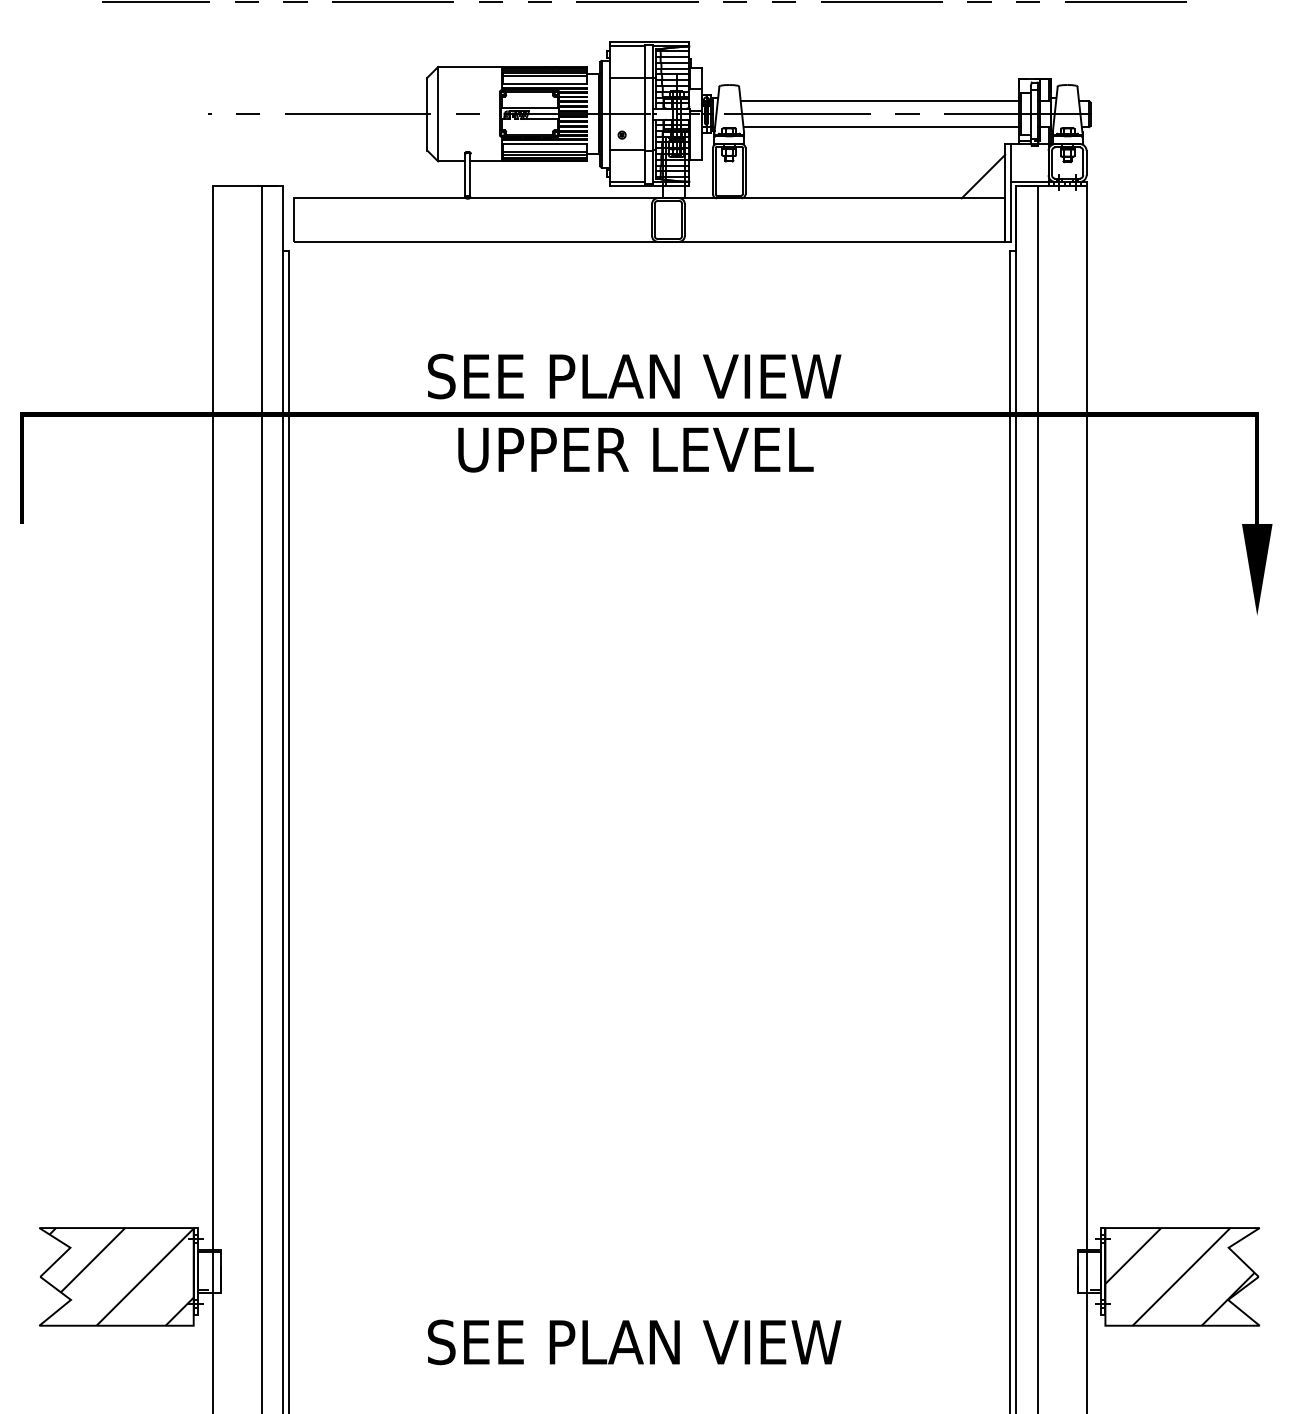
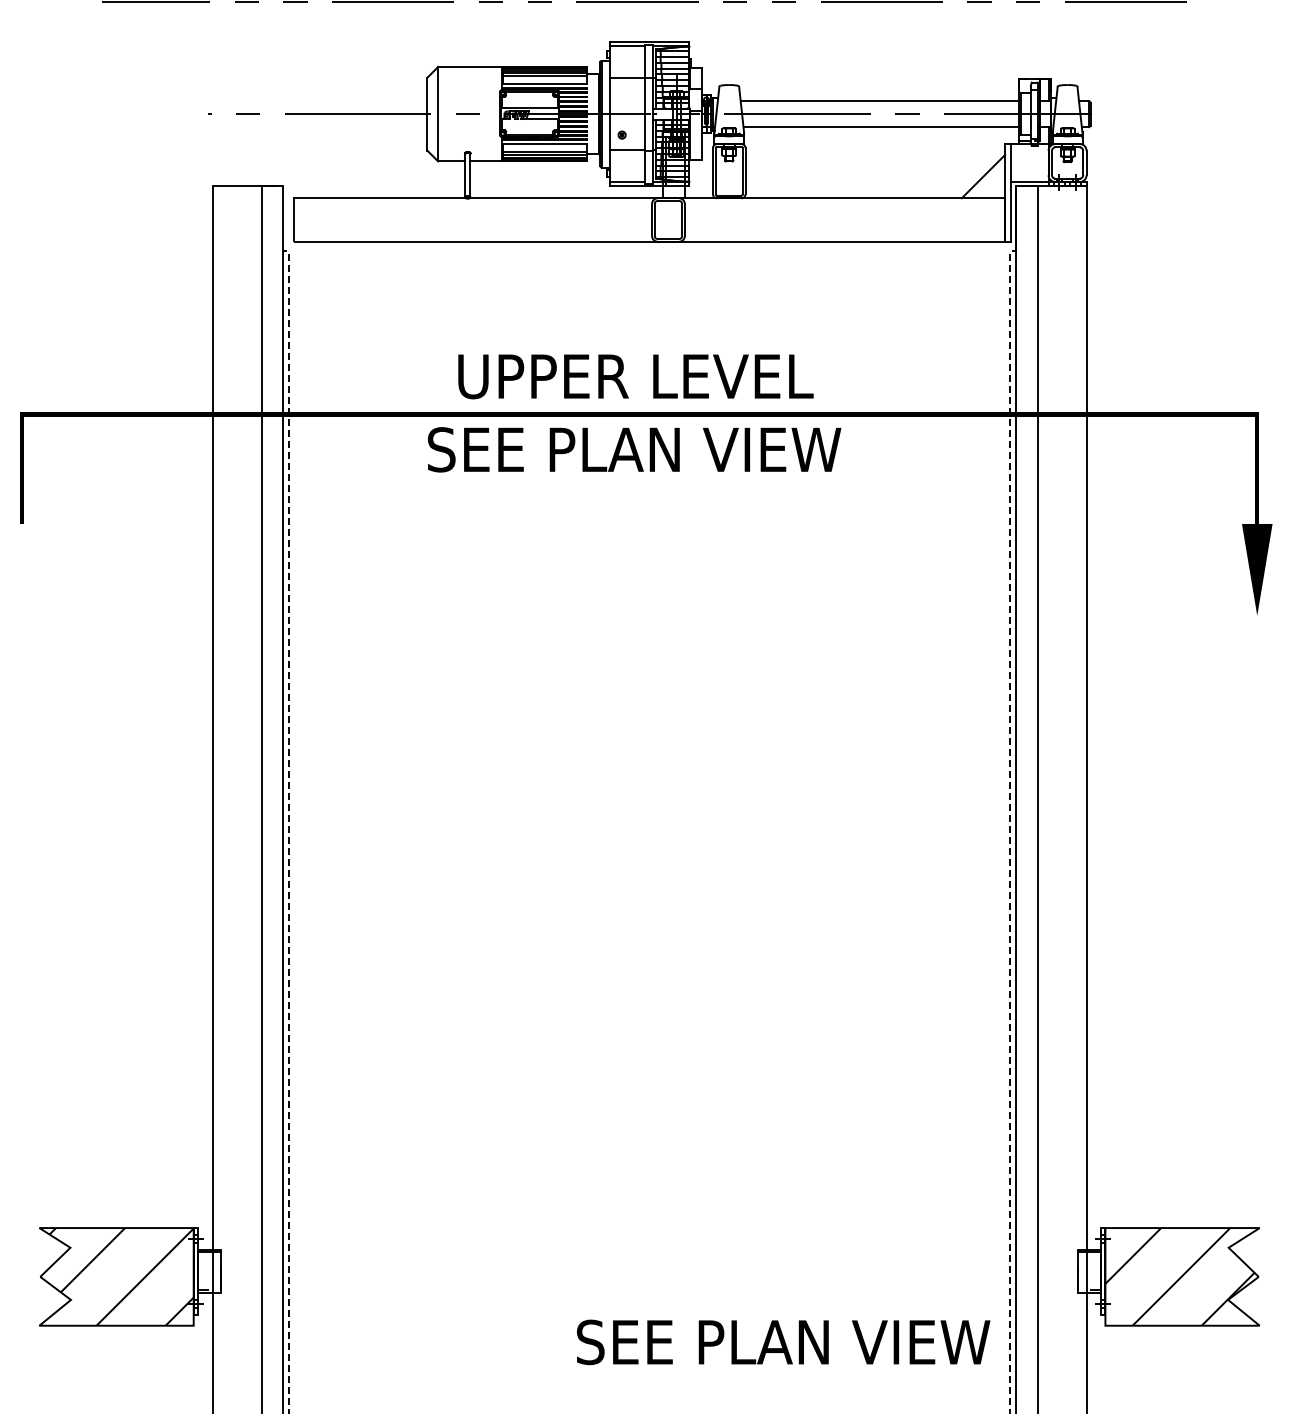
text at (634, 376): SEE PLAN VIEW -> UPPER LEVEL
text at (634, 449): UPPER LEVEL -> SEE PLAN VIEW
line at (288, 828): solid -> dashed
line at (1010, 828): solid -> dashed
text at (634, 1342) position: (634, 1342) -> (783, 1342)
